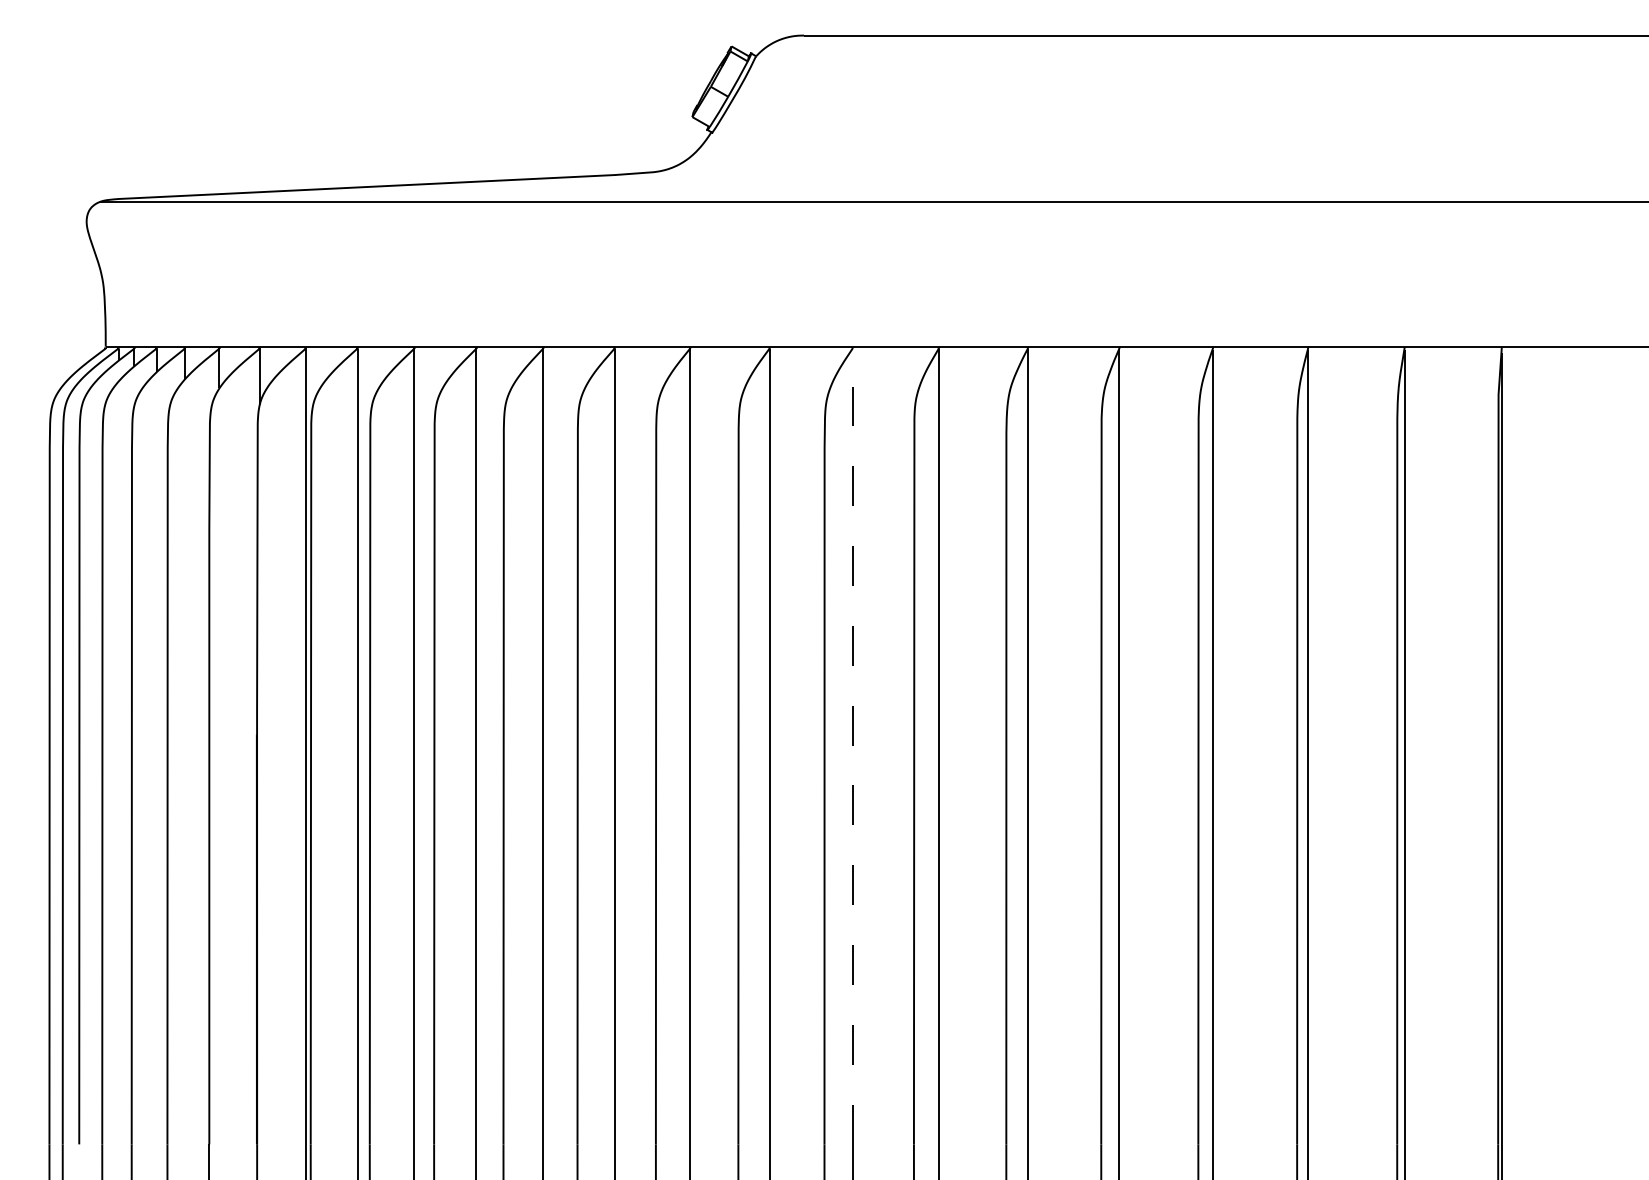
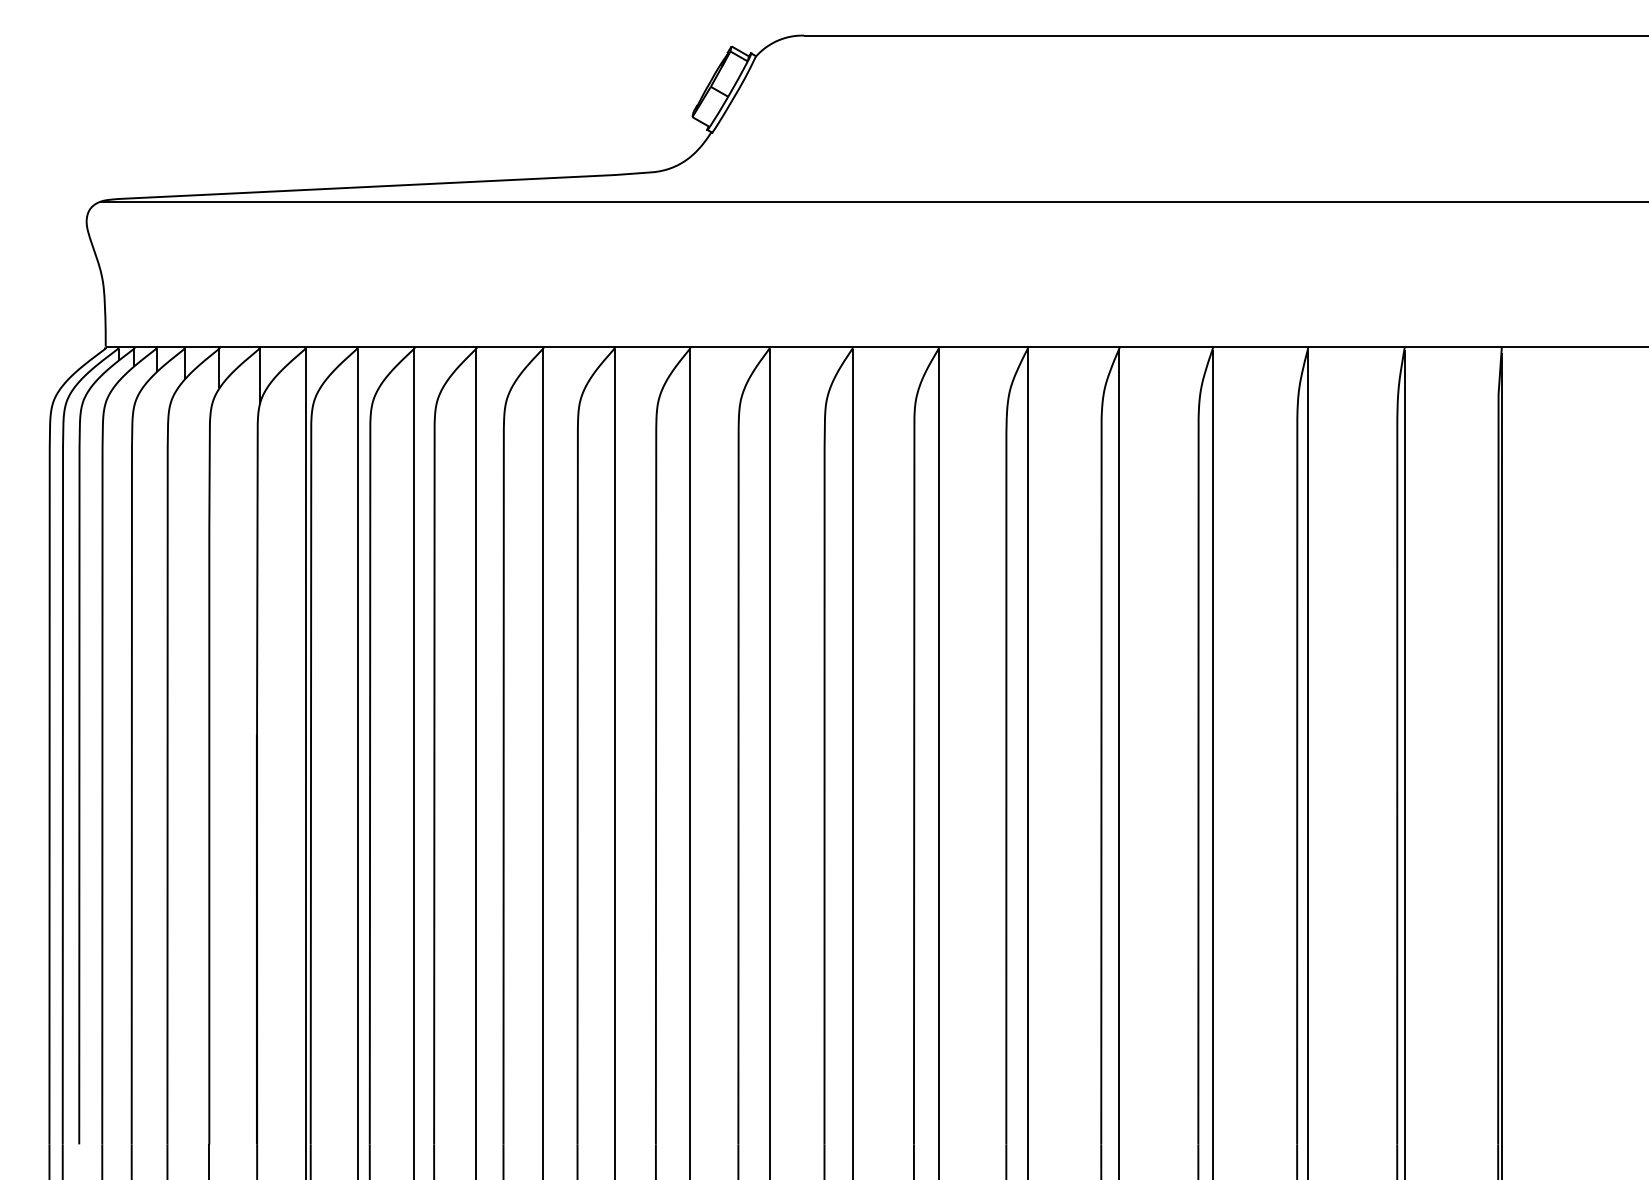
line at (852, 746): dashed -> solid
